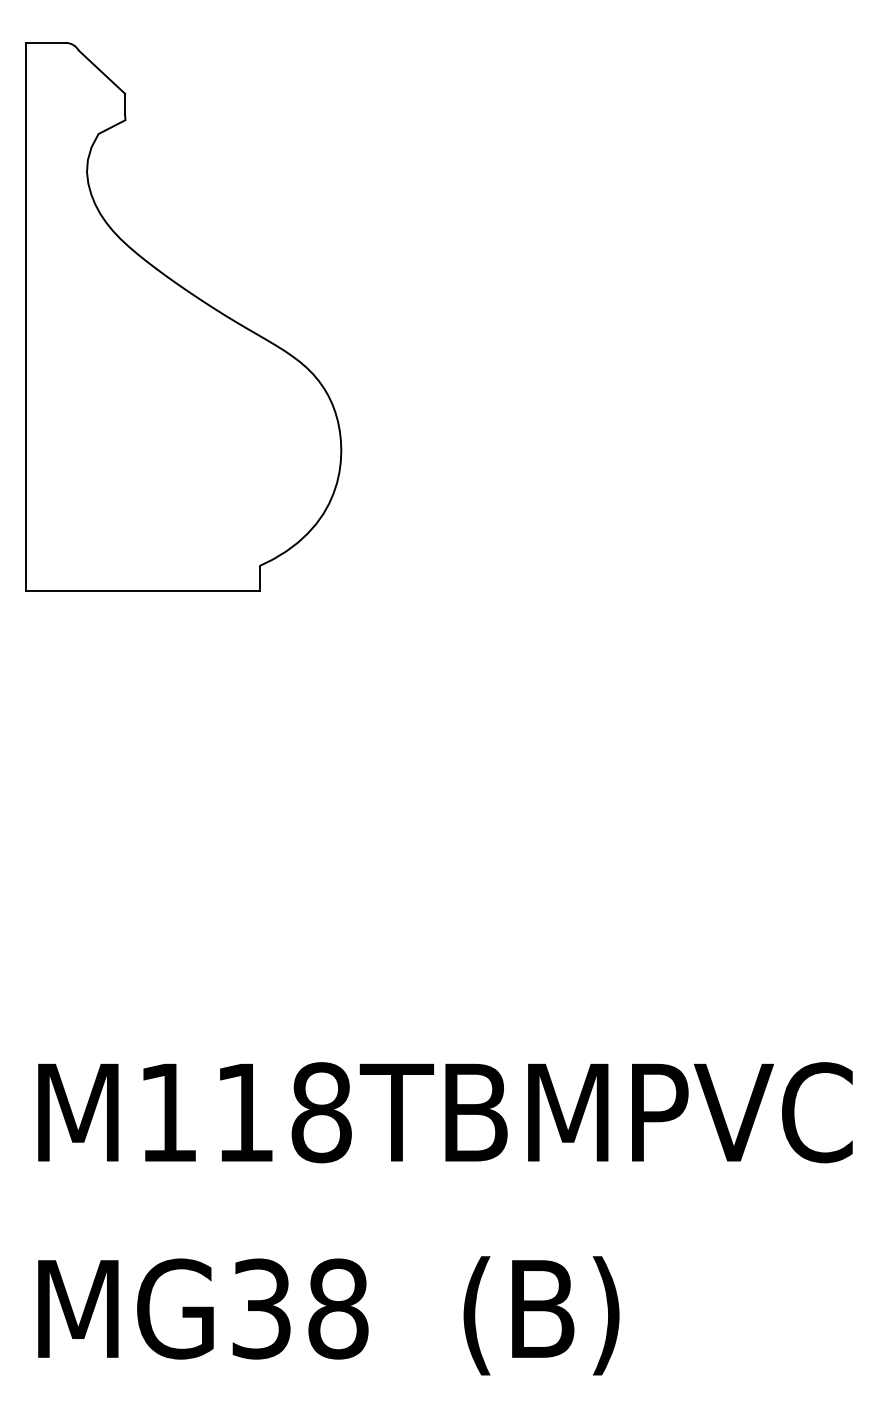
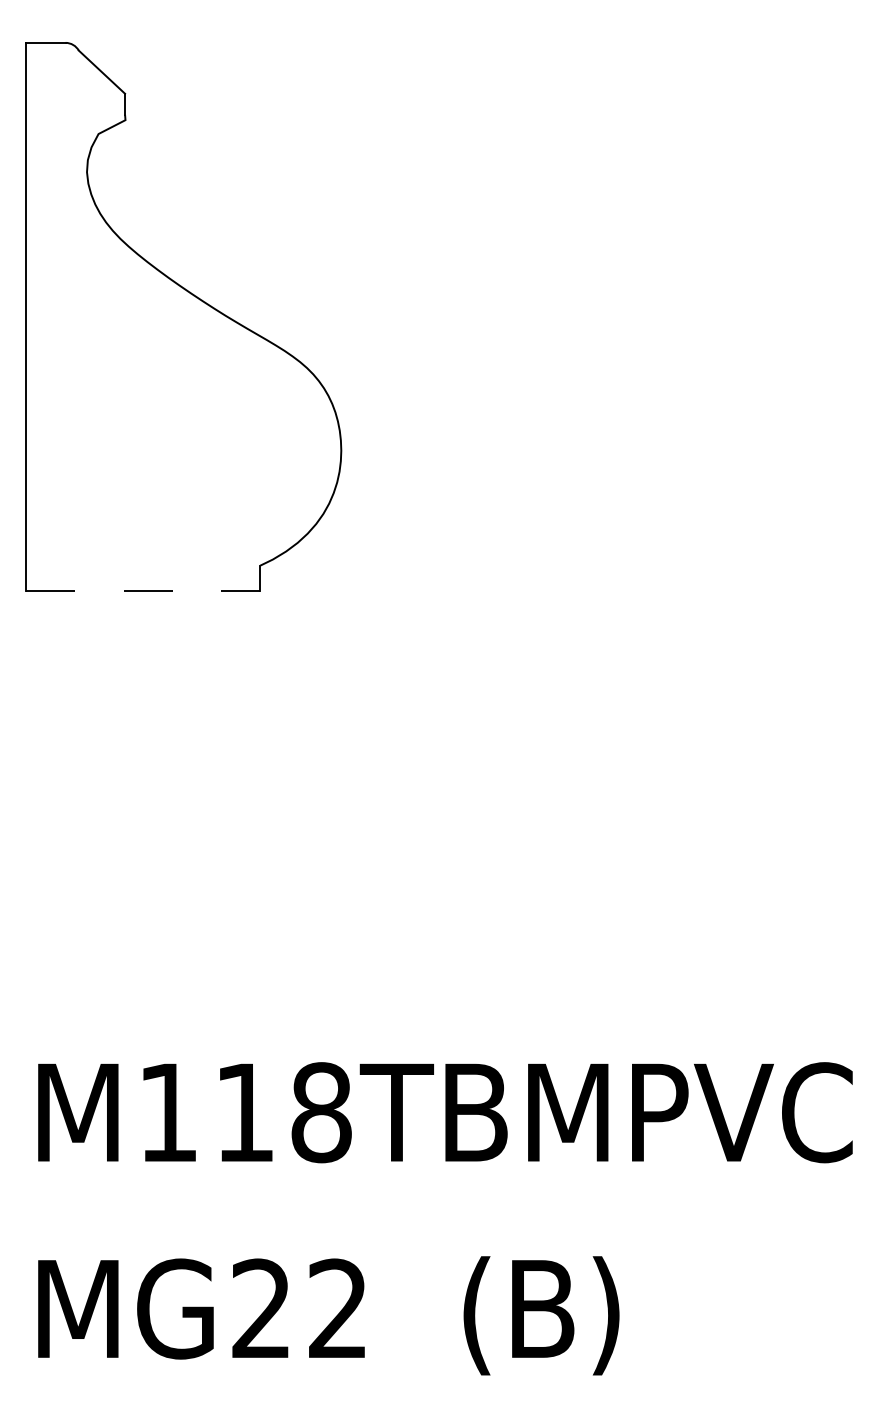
line at (143, 591): solid -> dashed
text at (300, 1308): MG38 -> MG22
